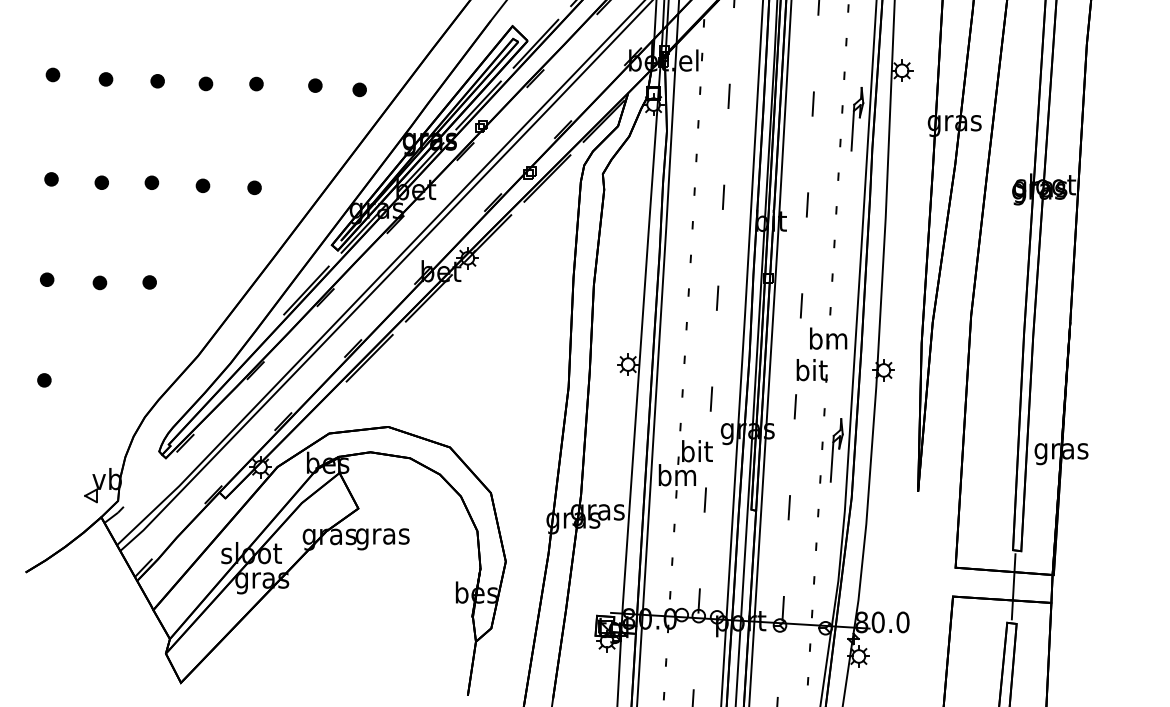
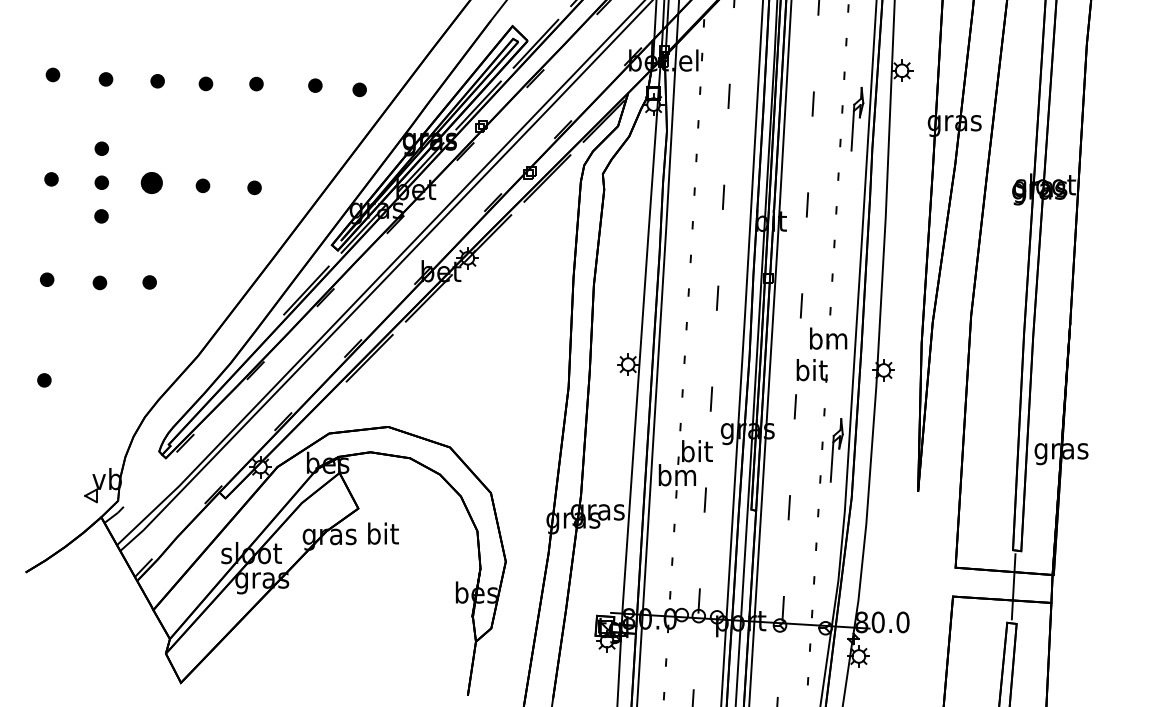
part at (101, 148): none -> present
part at (151, 182) size: 16x15 px -> 23x22 px
part at (101, 216): none -> present
text at (382, 536): gras -> bit
